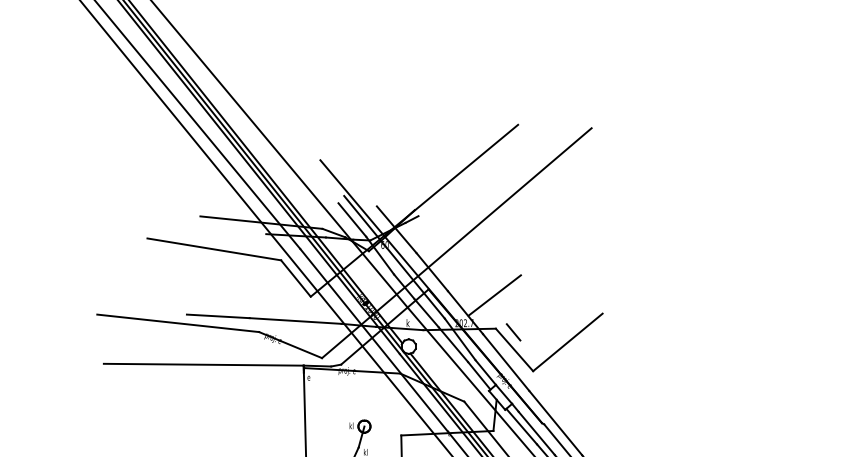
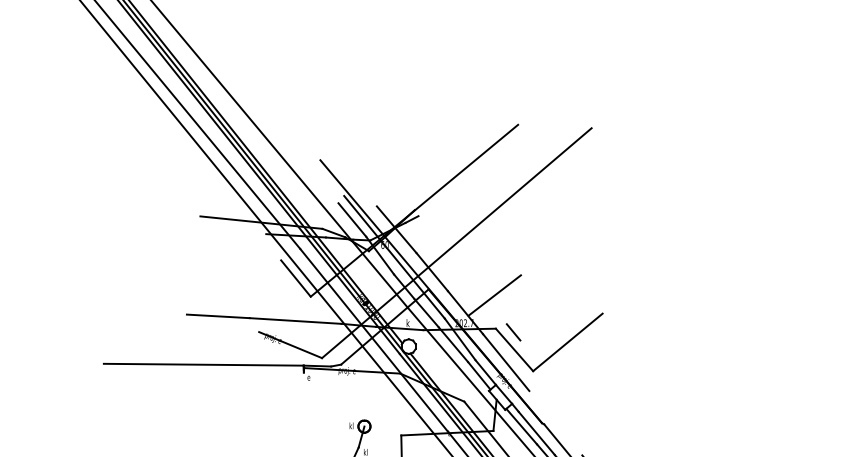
line at (214, 249): present -> none
line at (178, 323): present -> none
line at (304, 412): present -> none
line at (555, 422): present -> none
